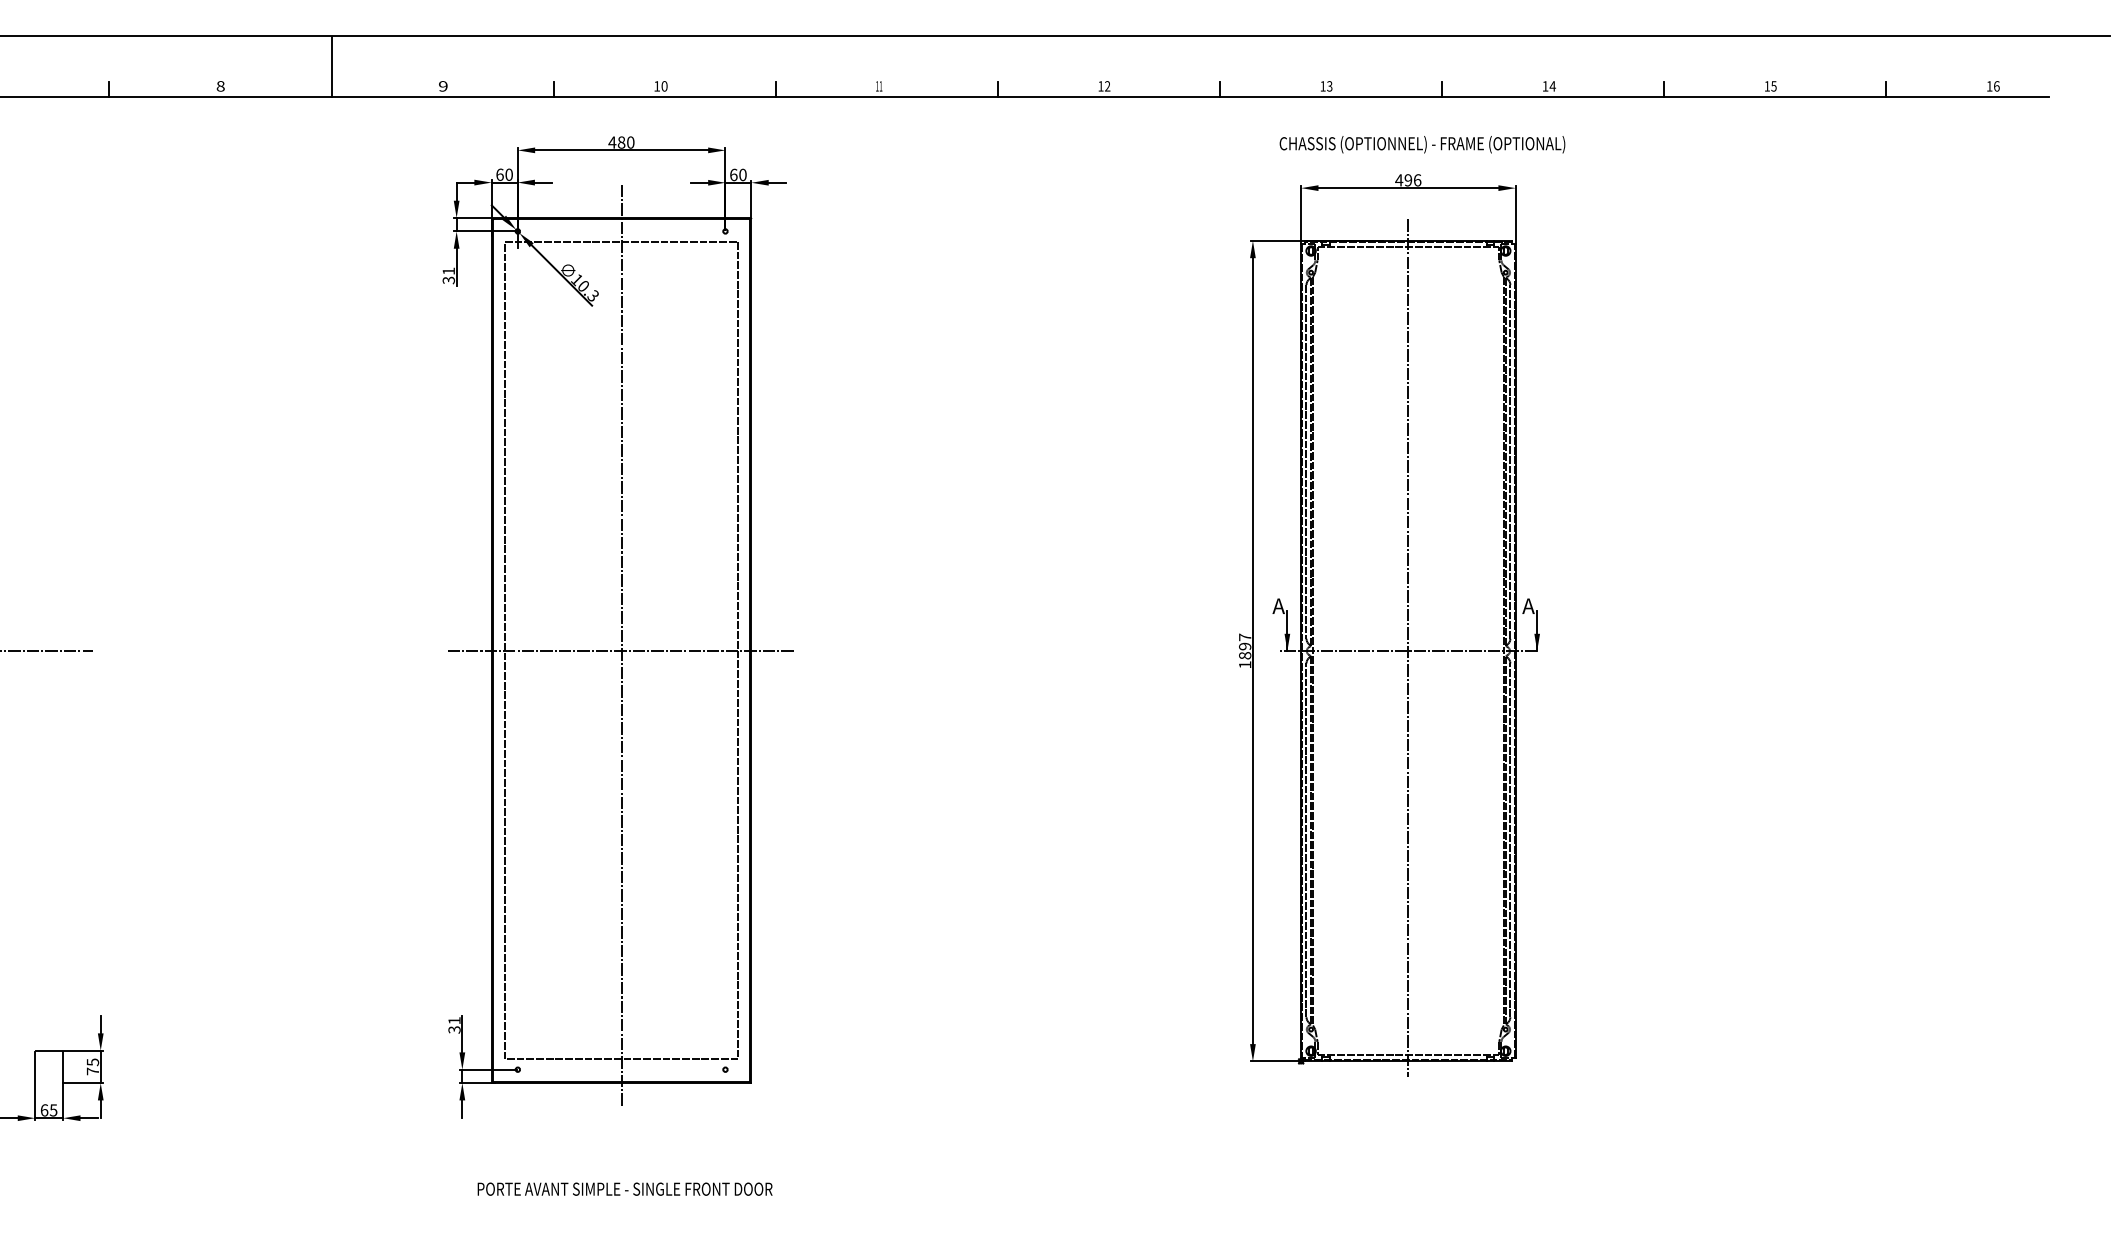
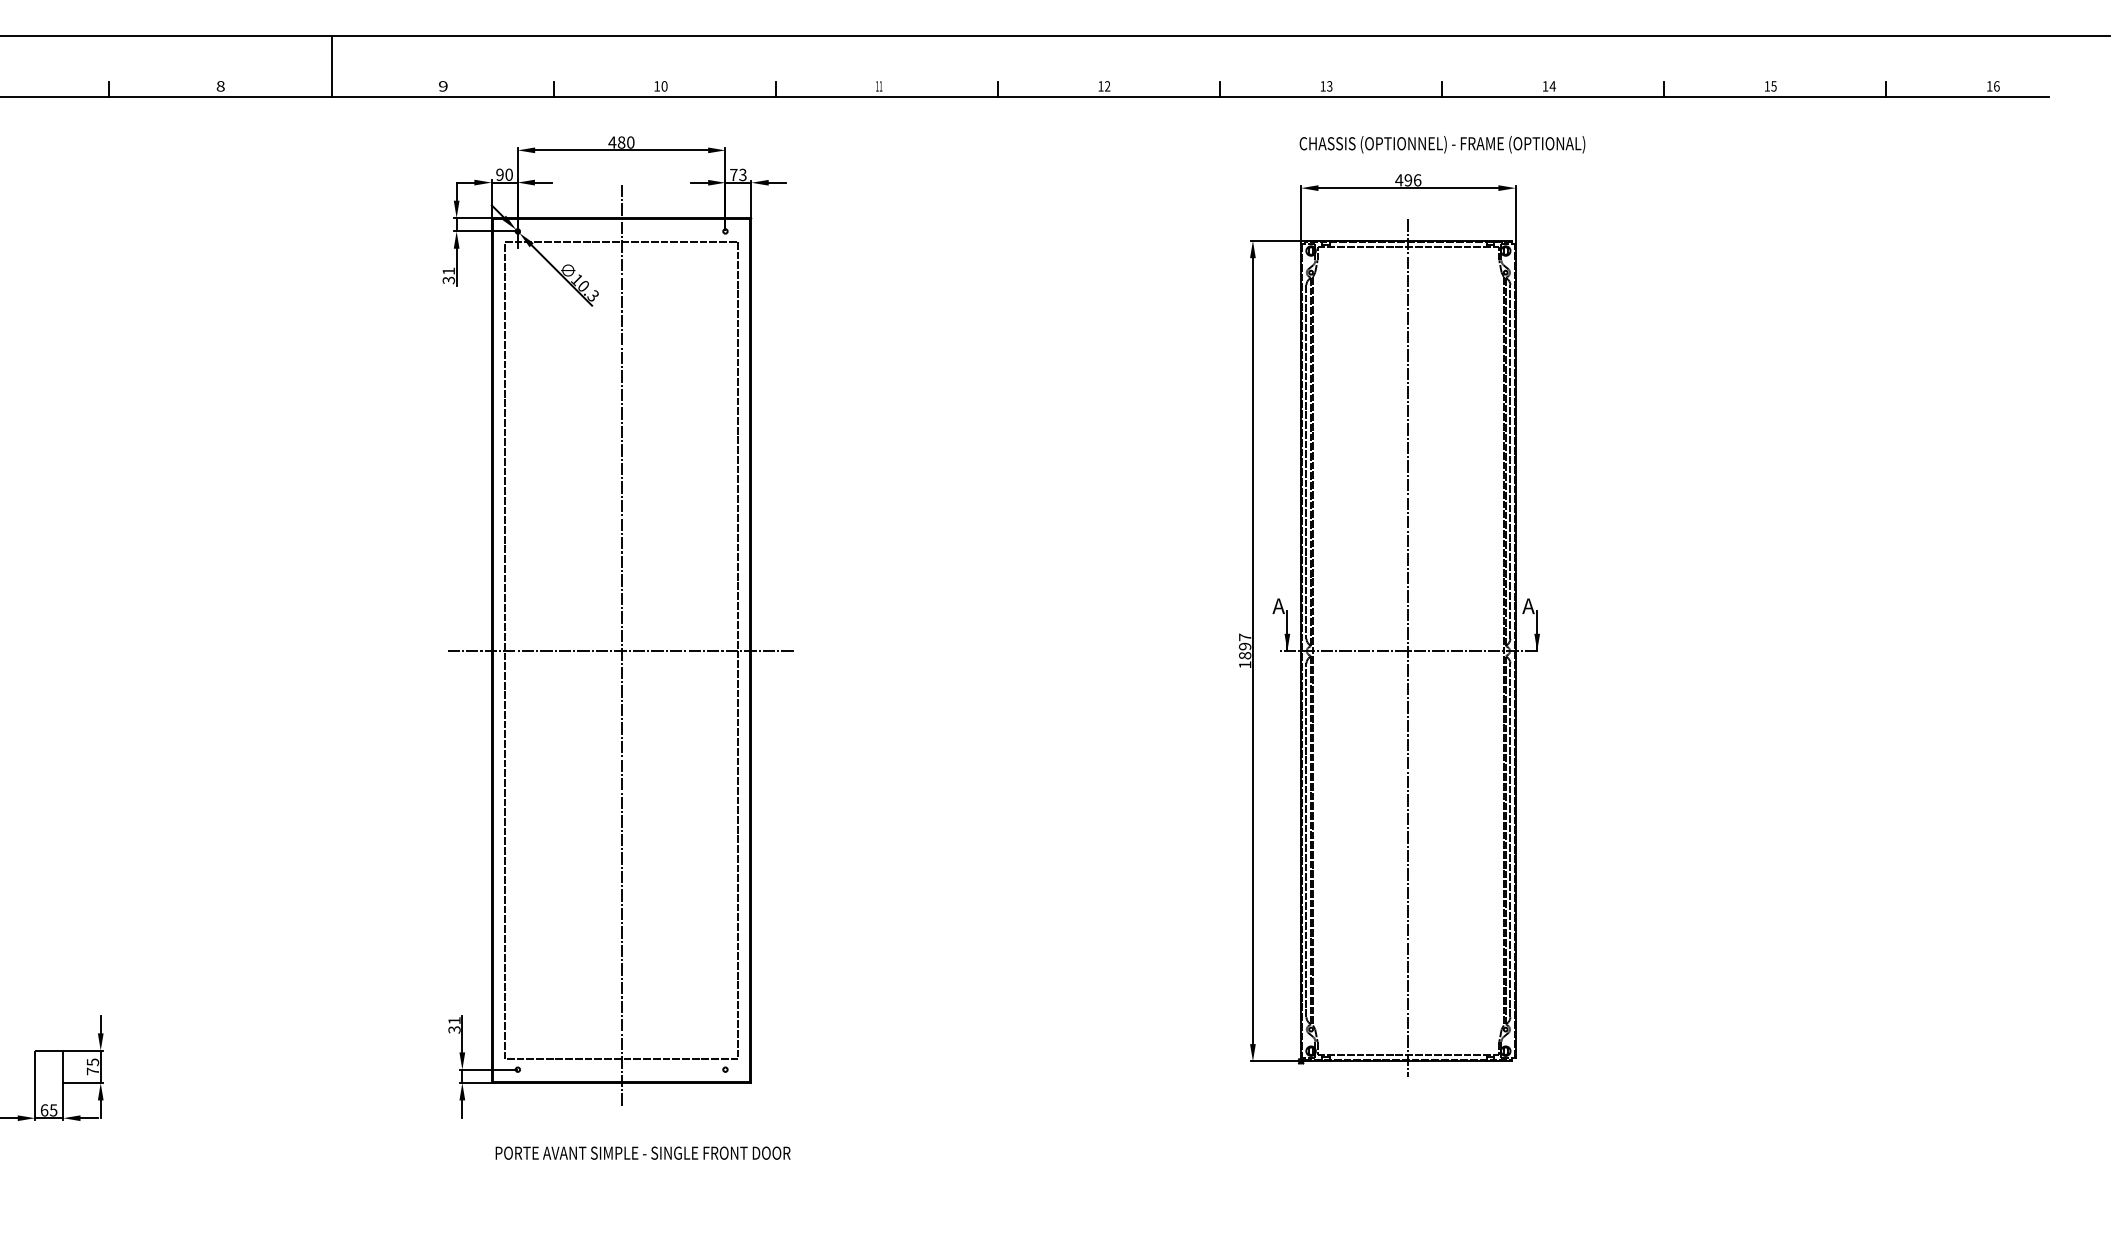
text at (1422, 144) position: (1422, 144) -> (1442, 144)
text at (499, 174): 60 -> 90
text at (738, 174): 60 -> 73
line at (47, 650): present -> none
text at (624, 1188) position: (624, 1188) -> (642, 1152)
